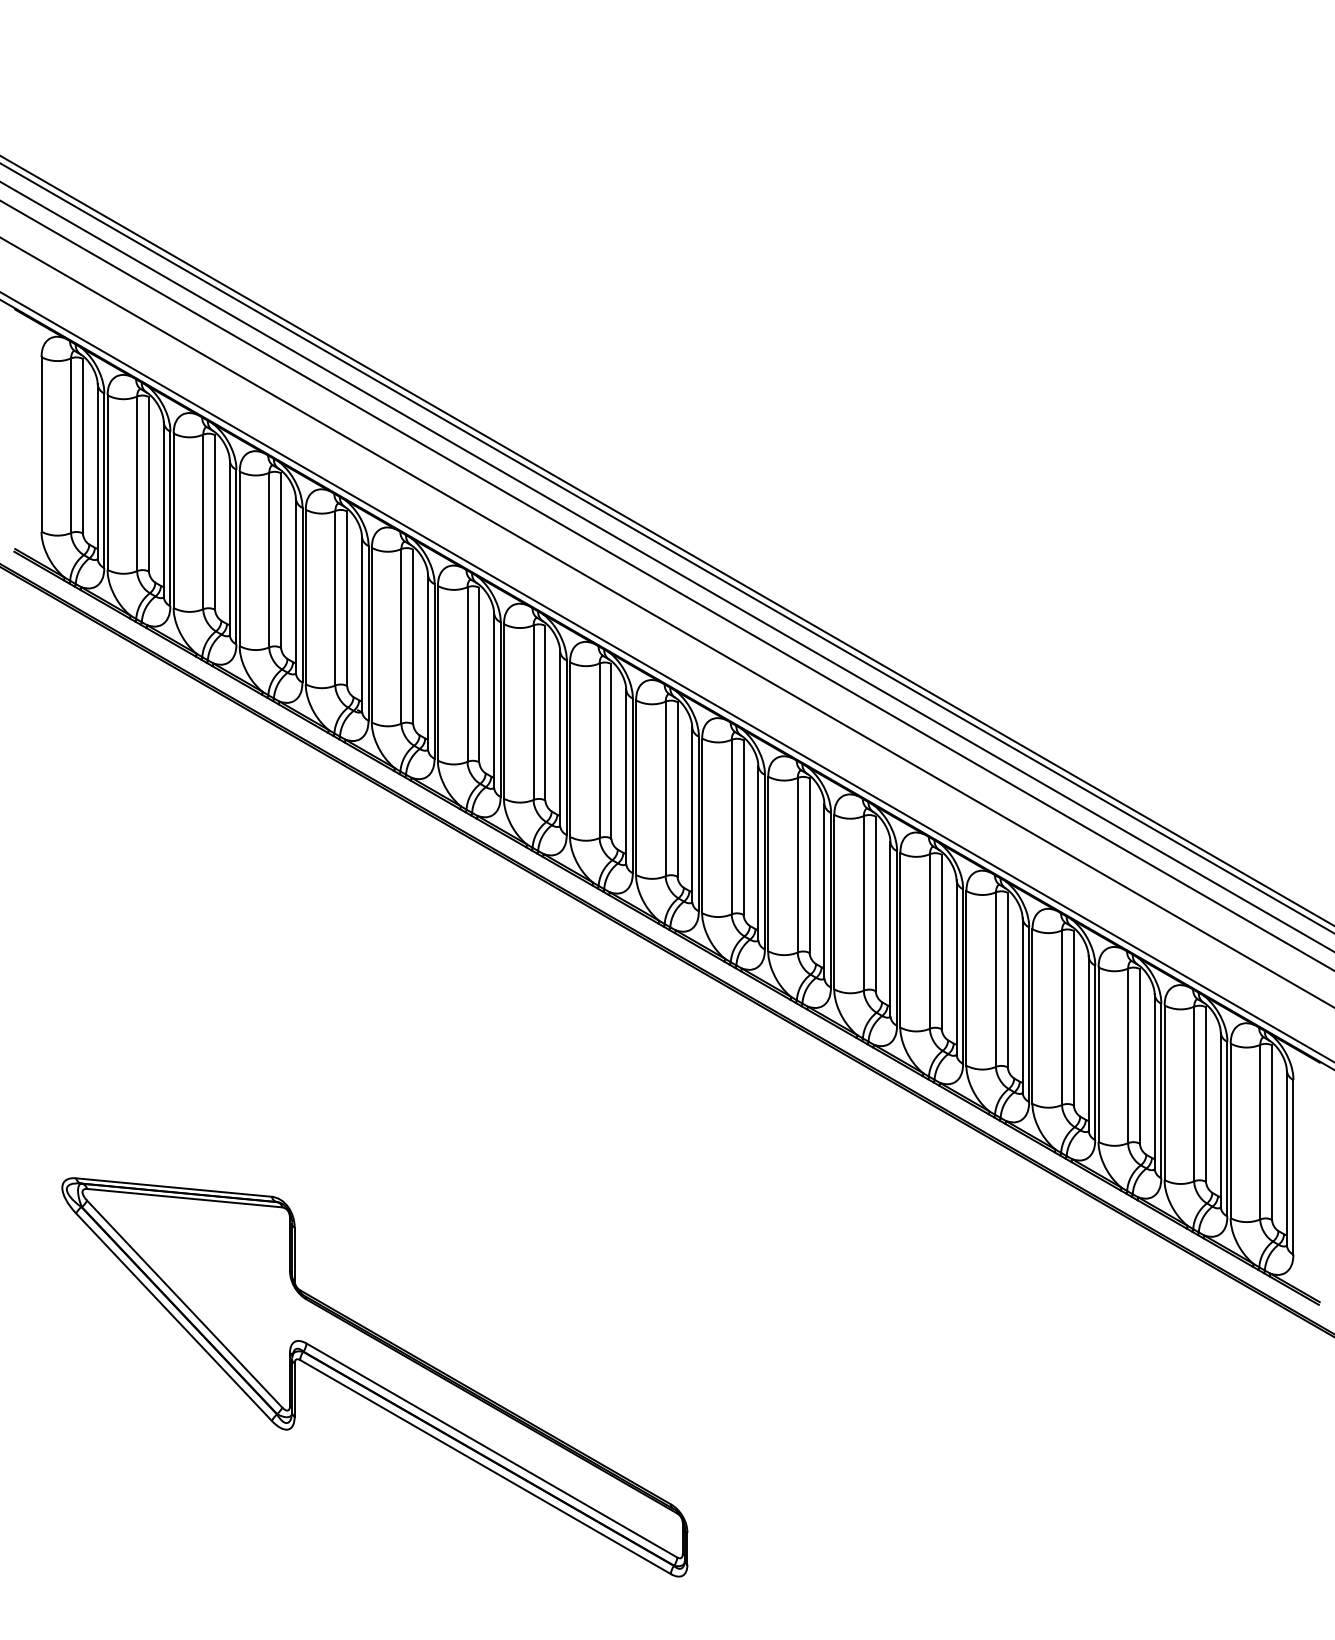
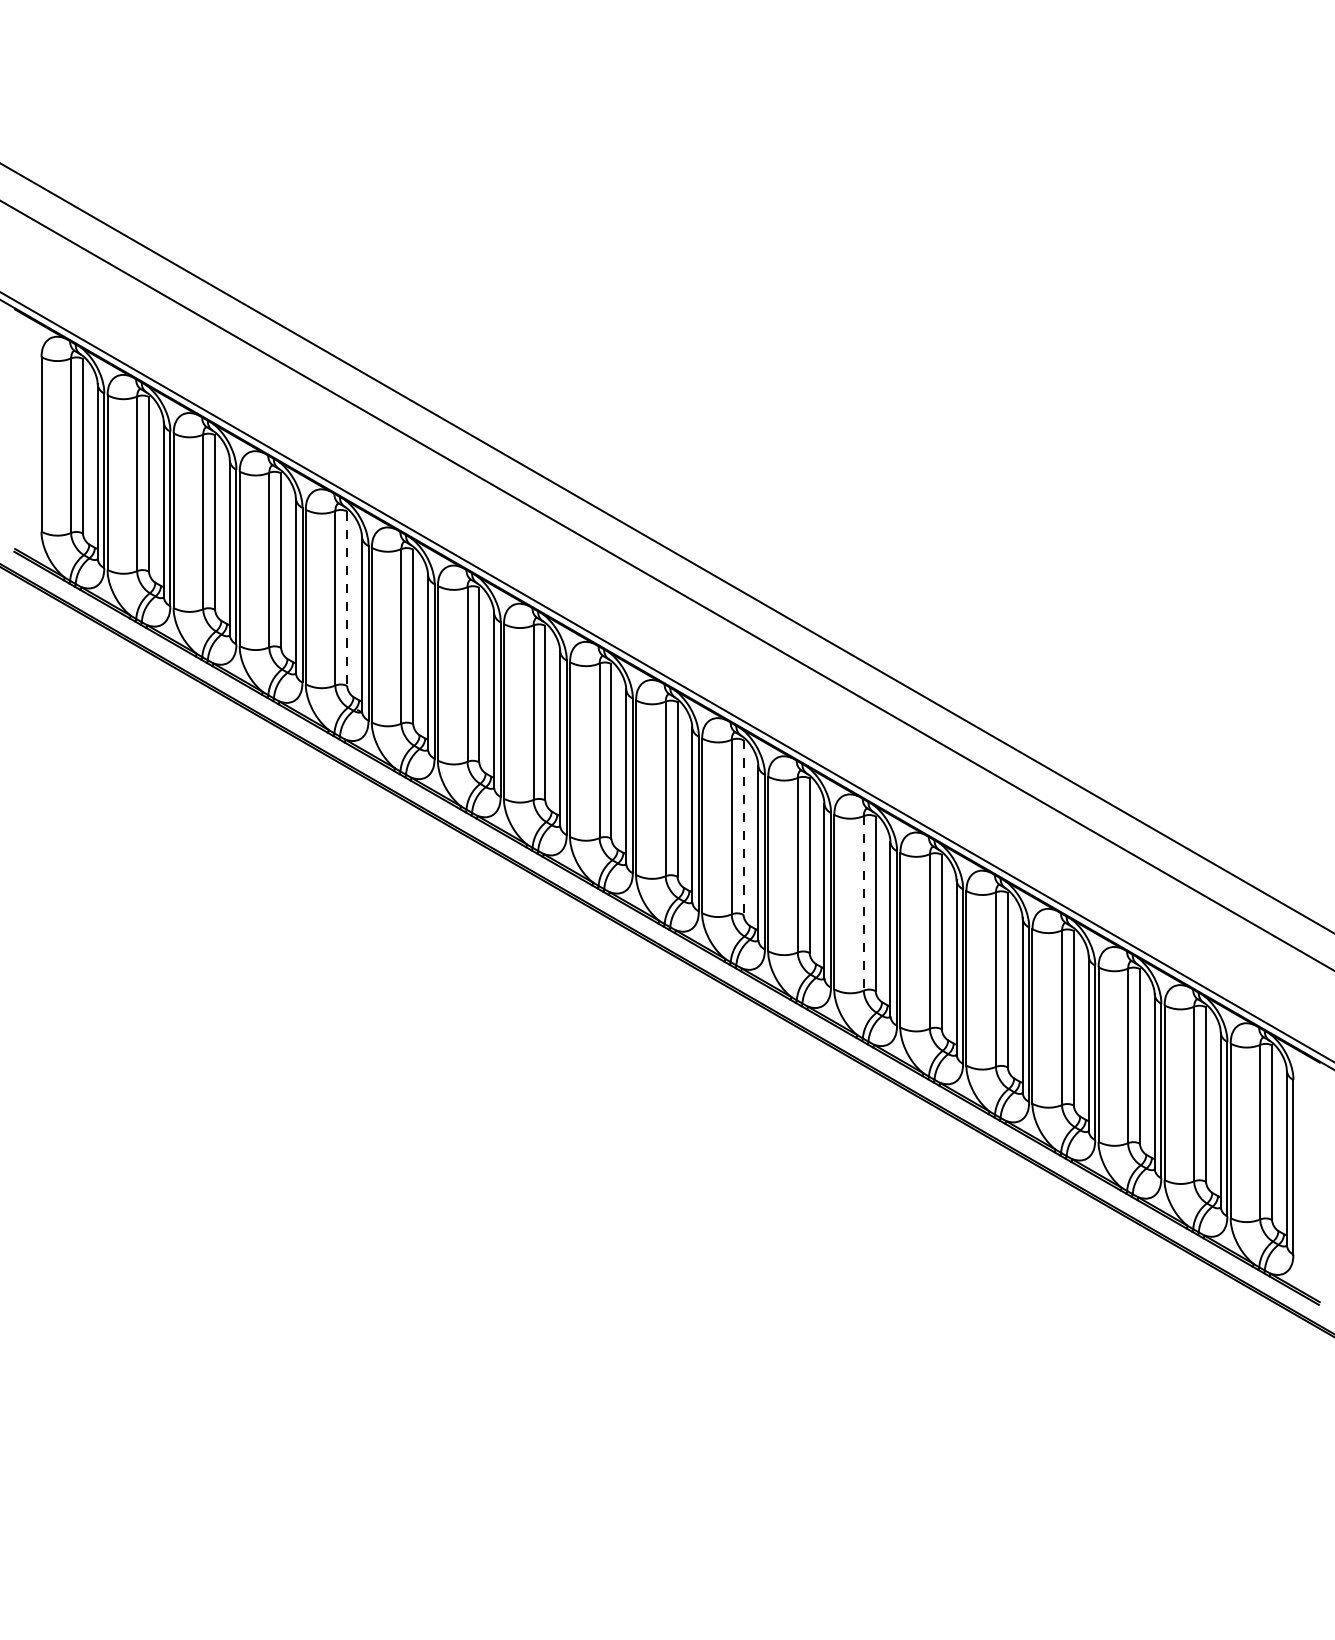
line at (666, 540): present -> none
line at (666, 566): present -> none
line at (347, 599): solid -> dashed
line at (666, 622): present -> none
line at (743, 828): solid -> dashed
line at (863, 903): solid -> dashed
part at (374, 1377): present -> none
